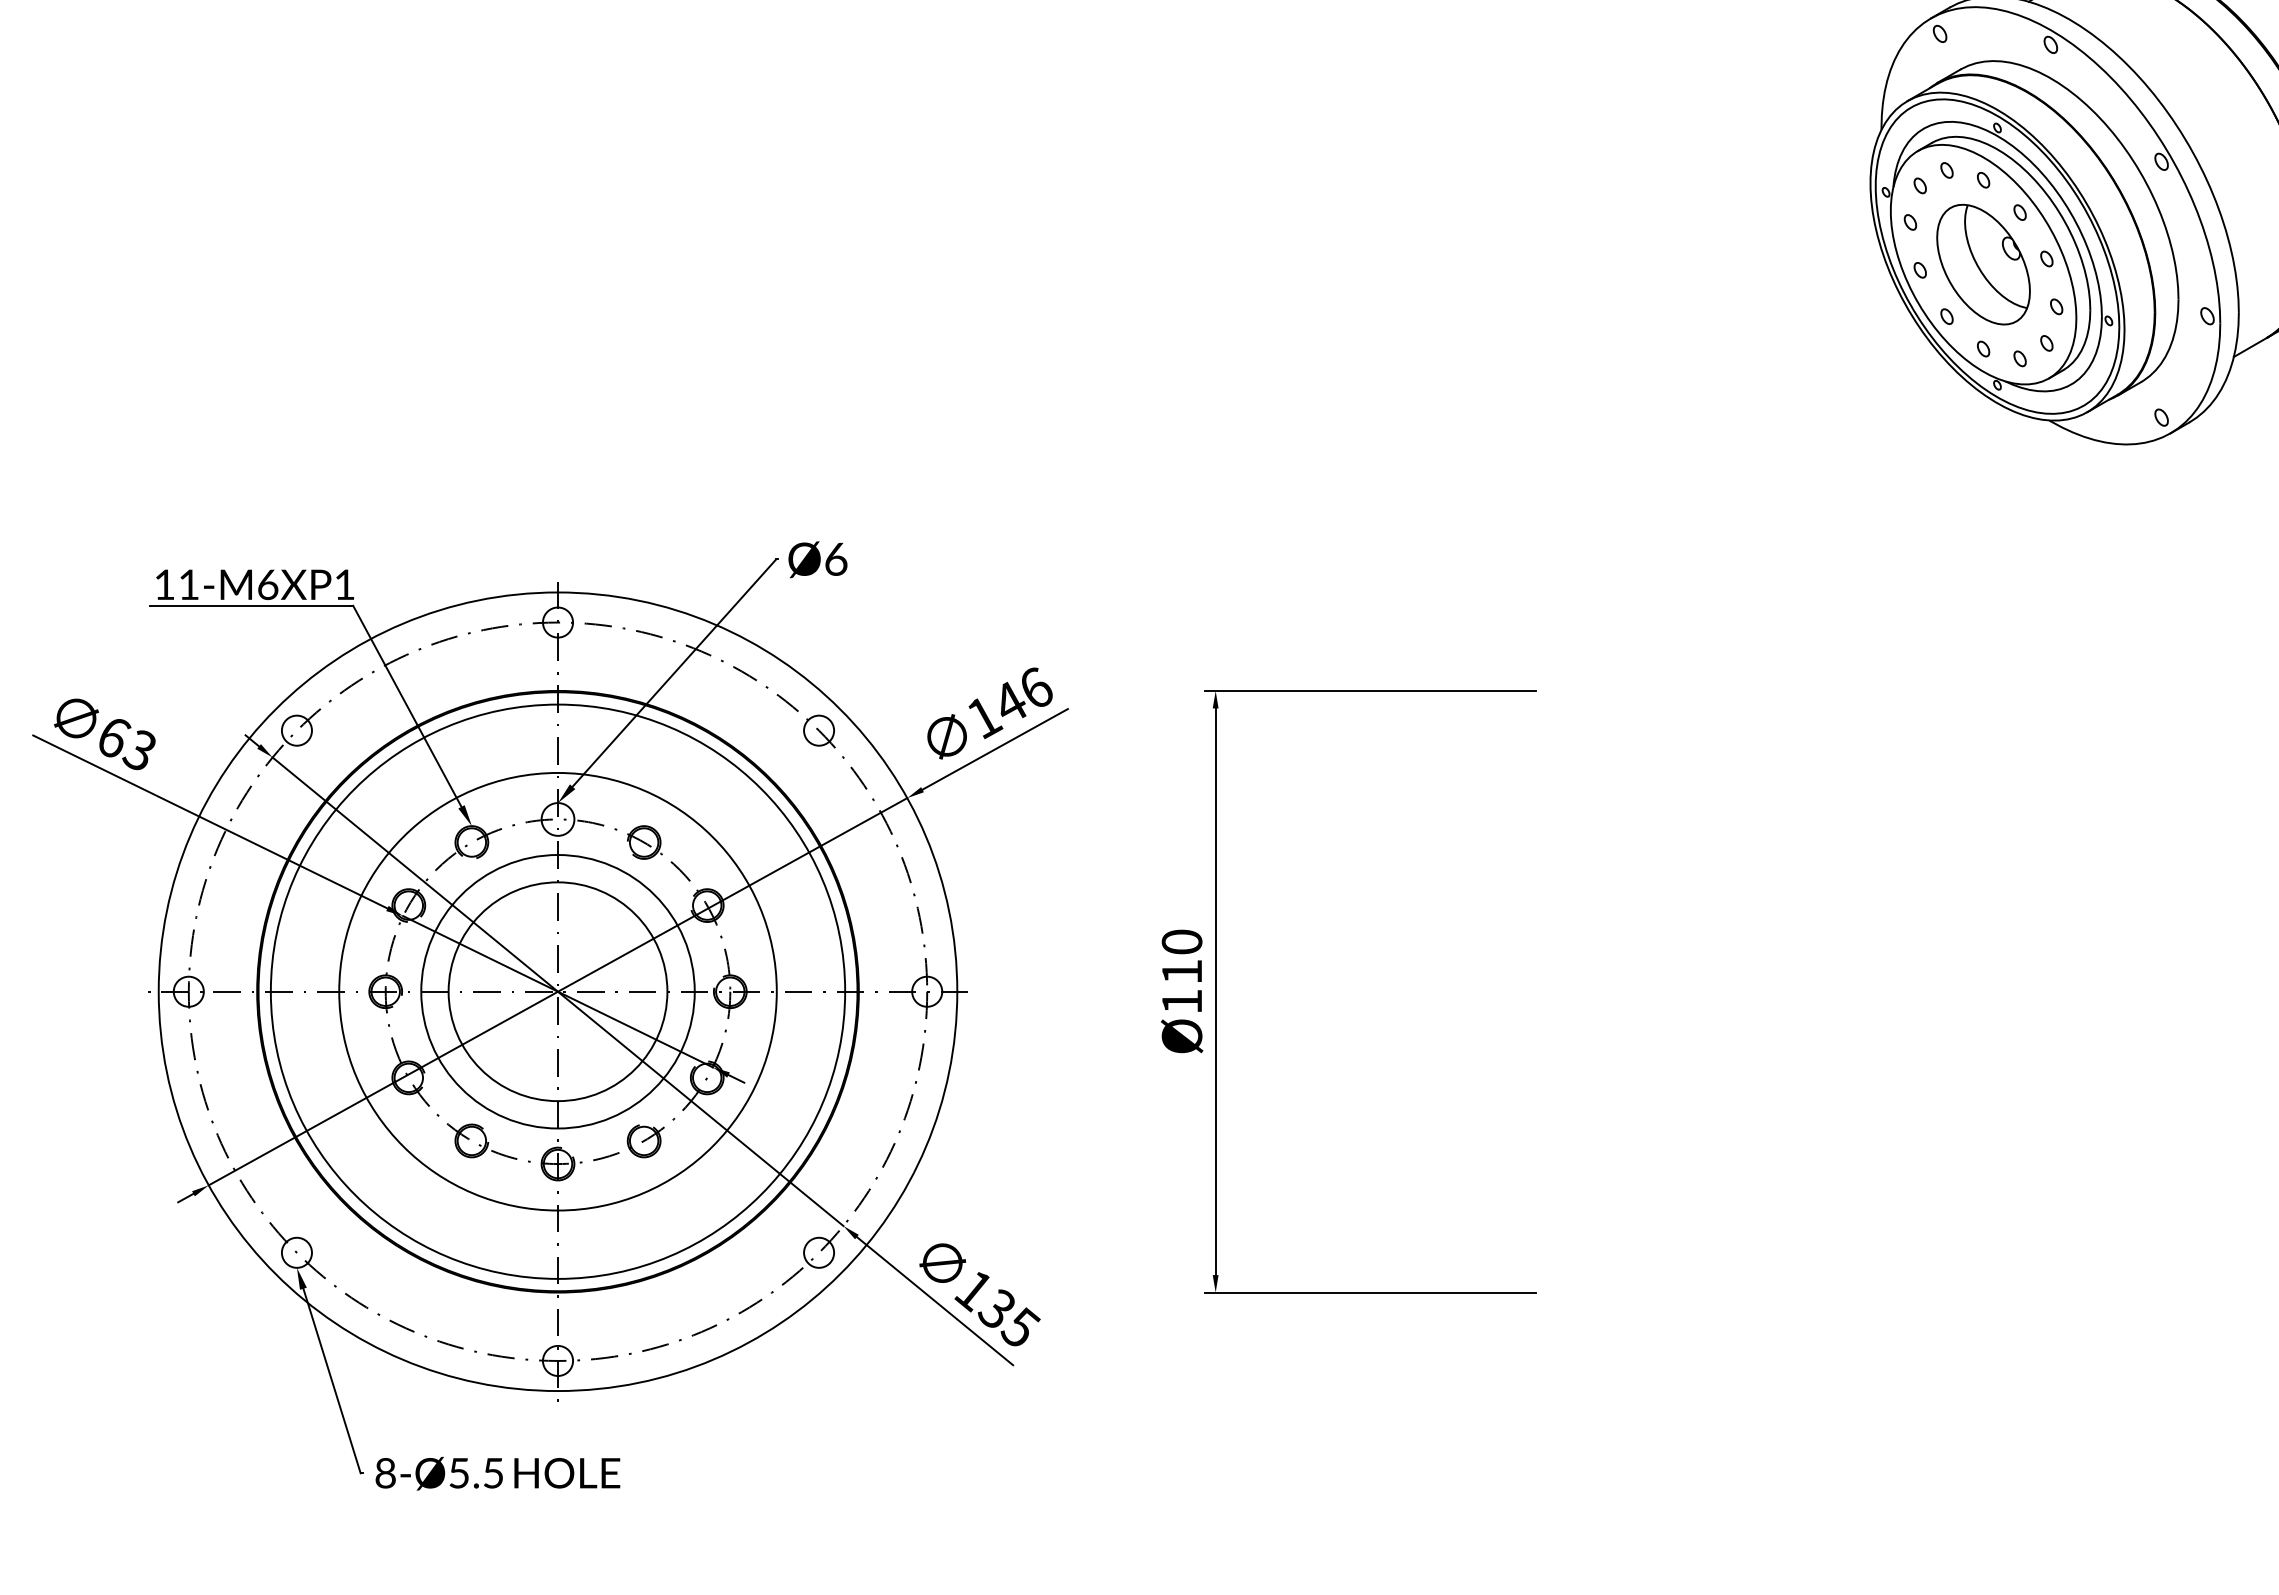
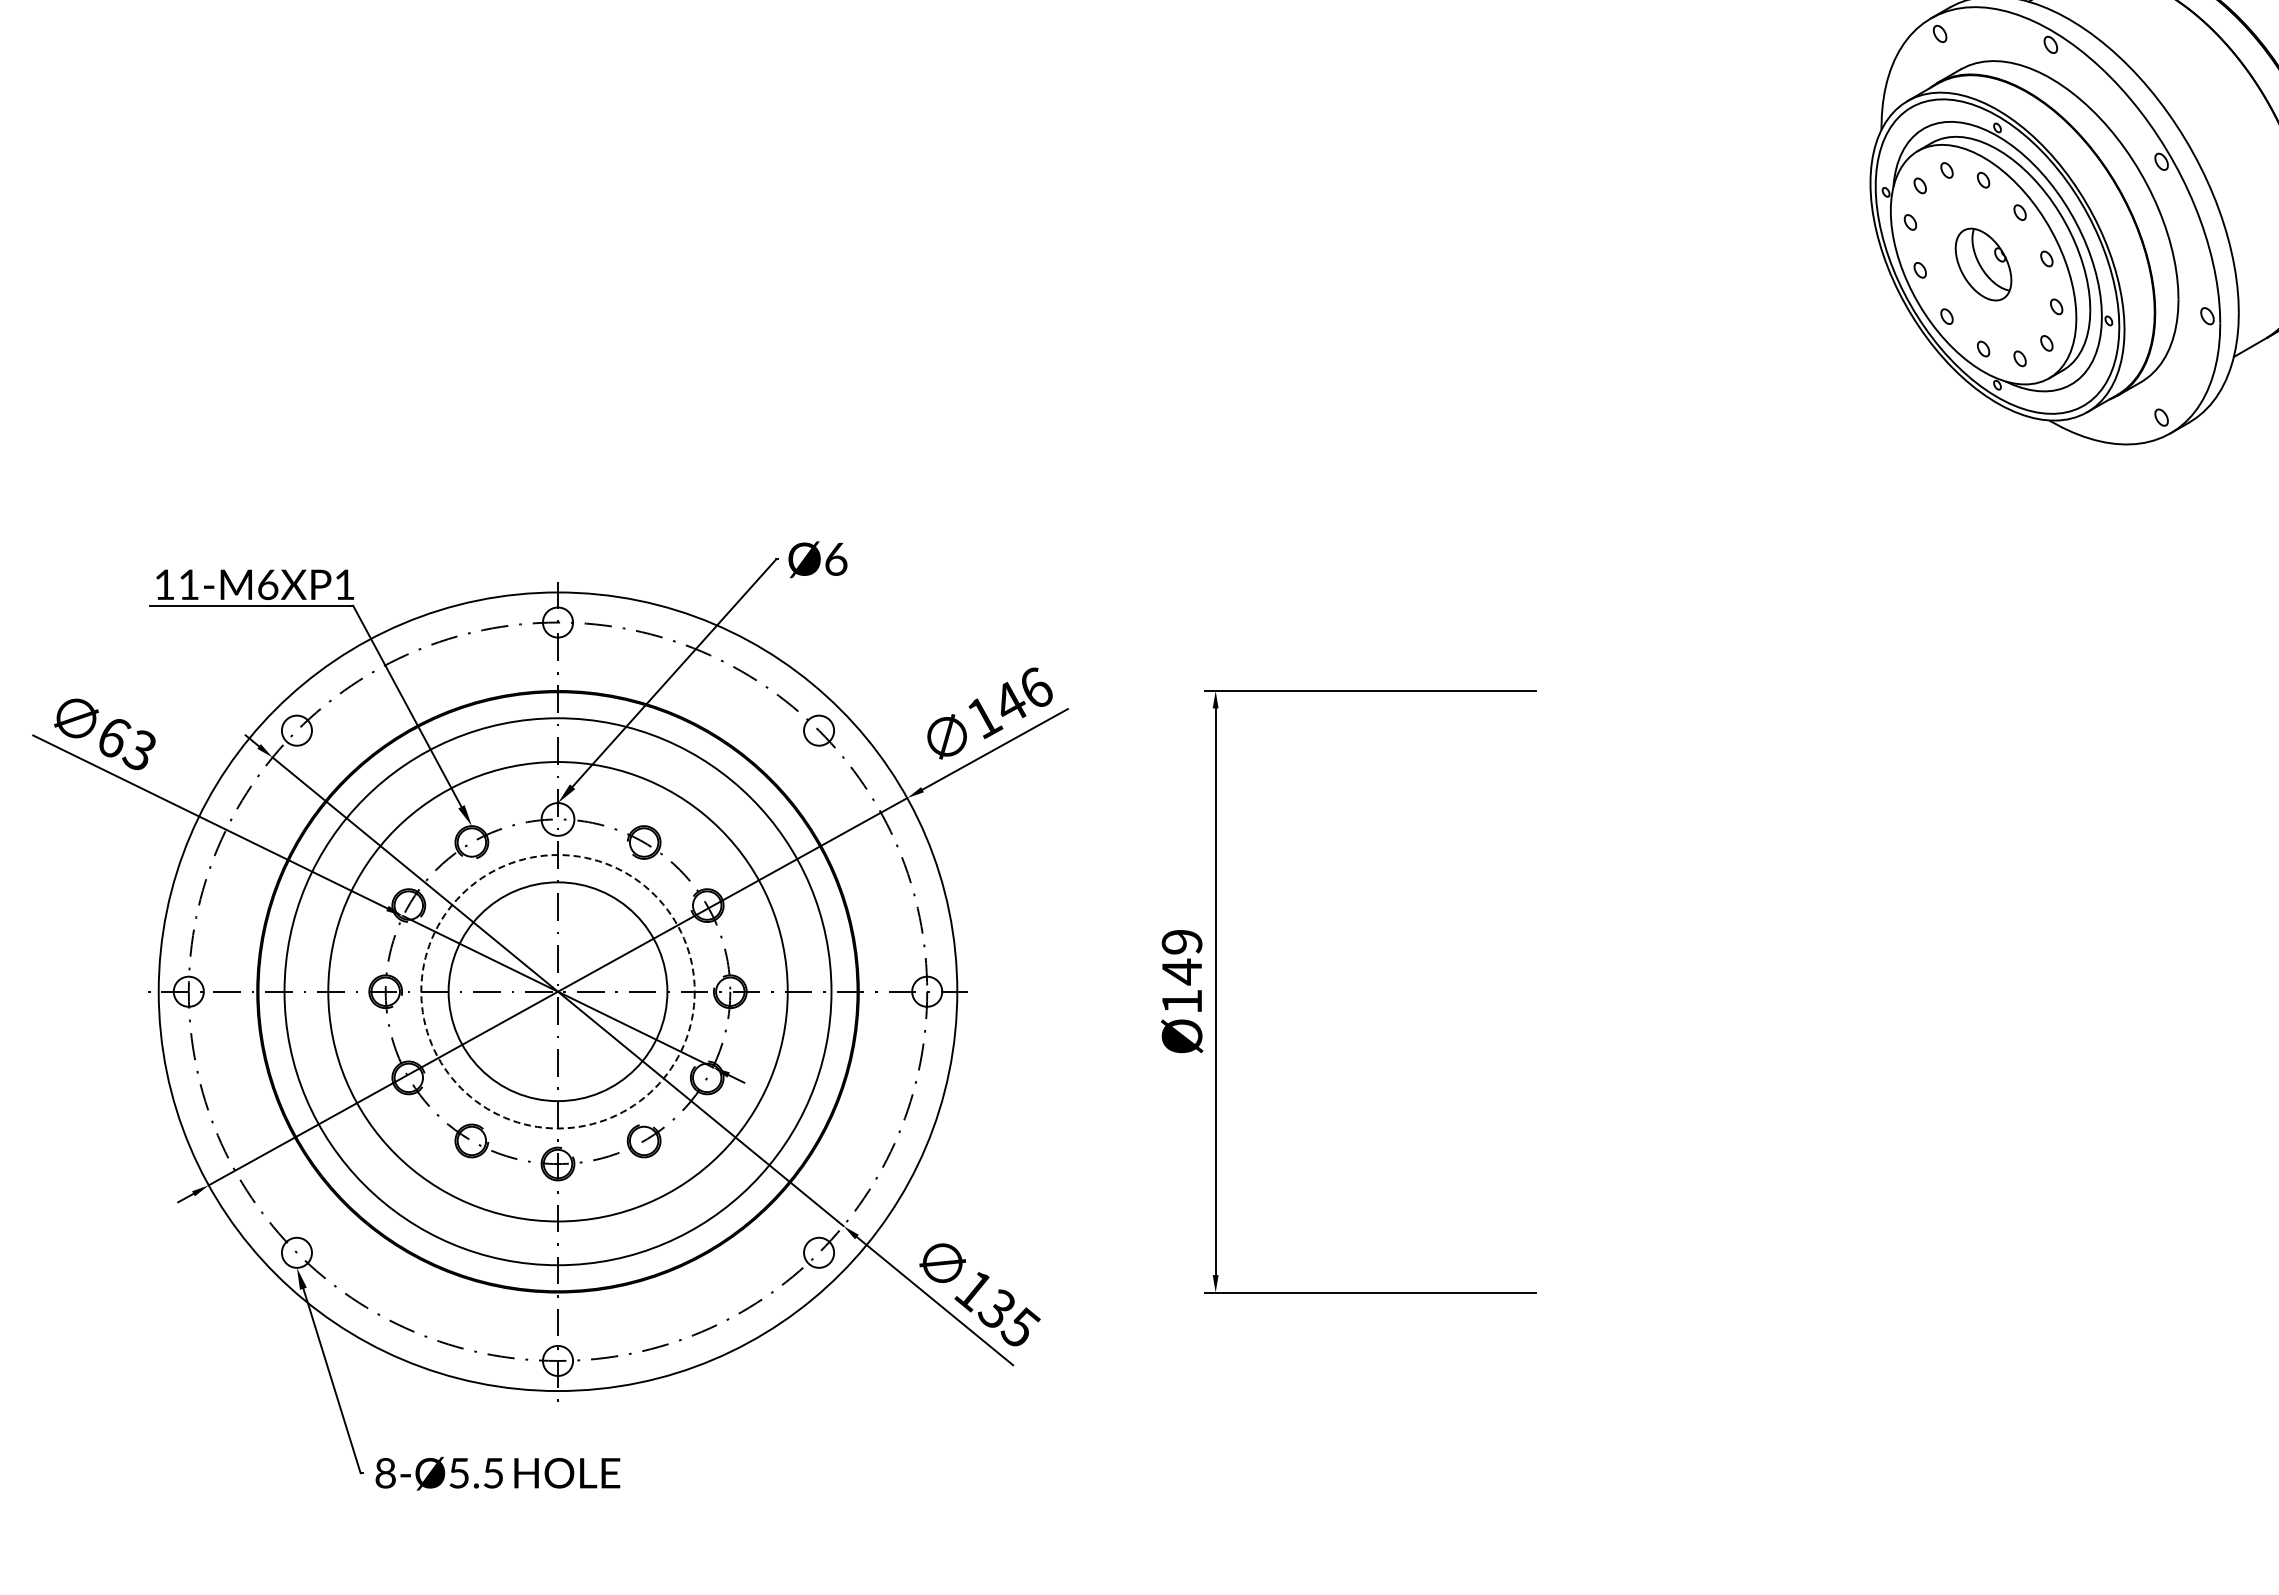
part at (1983, 264) size: 95x123 px -> 59x75 px
text at (1181, 957): Ø110 -> Ø149
circle at (557, 991) diameter: 438 px -> 547 px
circle at (557, 991) diameter: 574 px -> 459 px
circle at (557, 991): solid -> dashed
